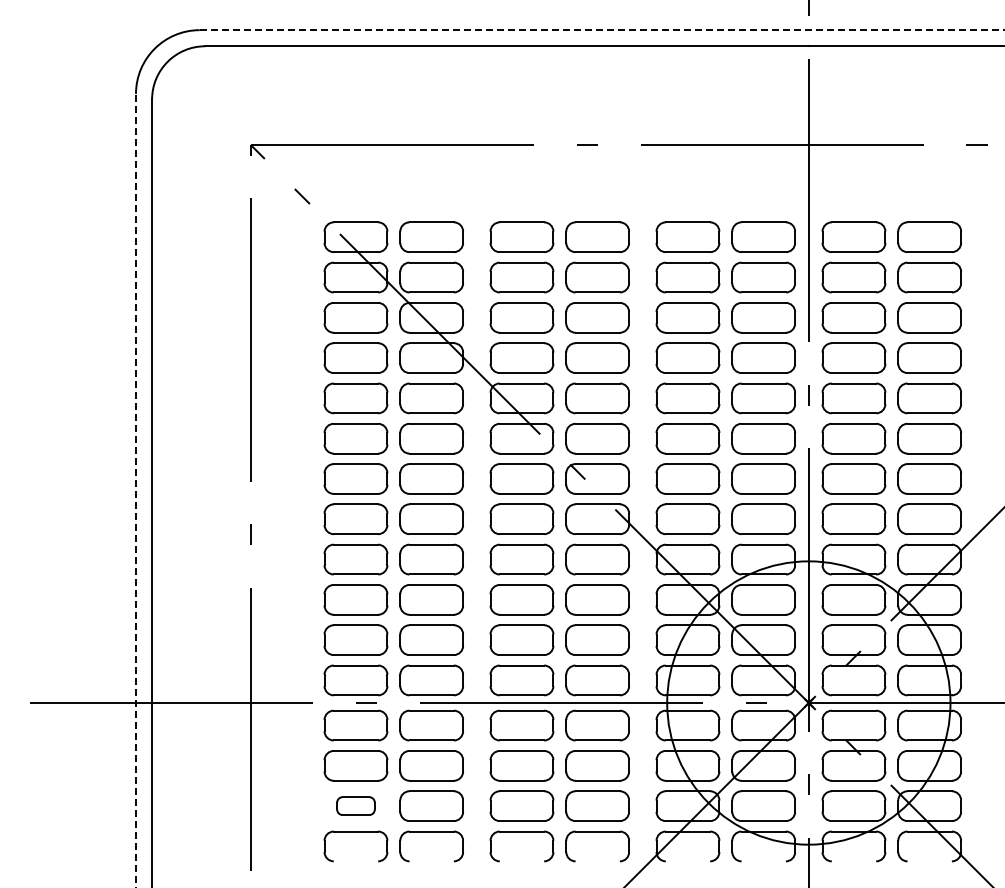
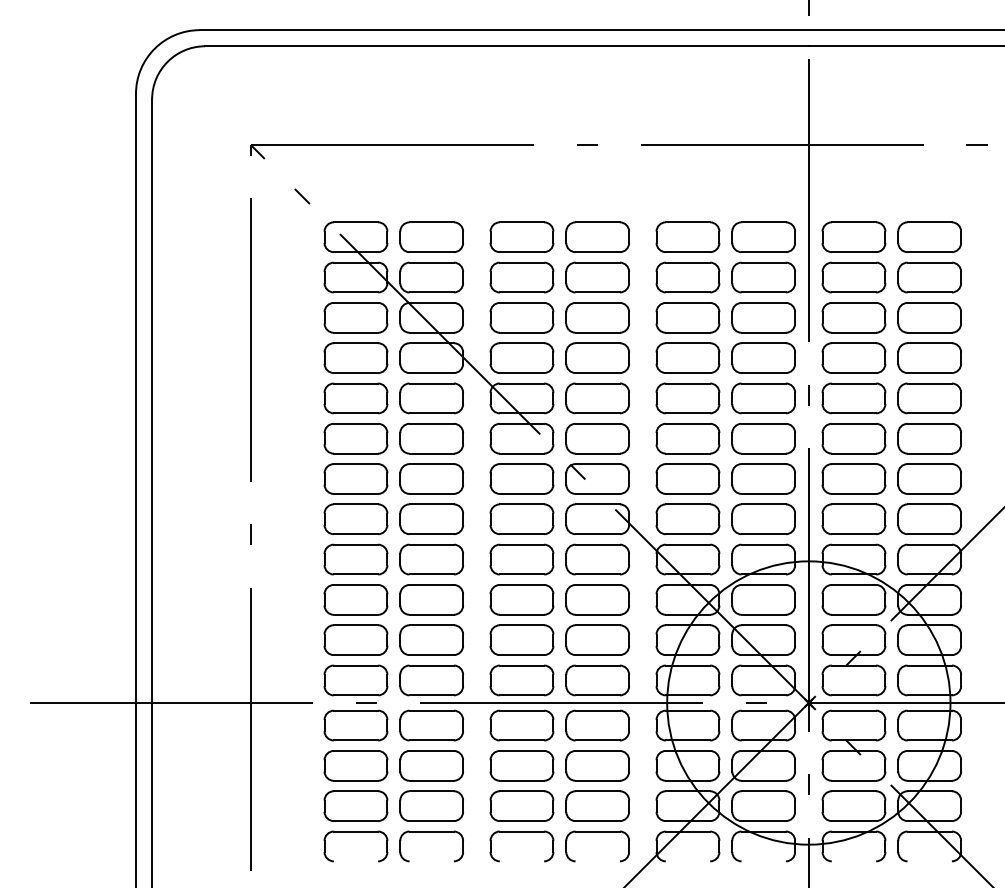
line at (602, 30): dashed -> solid
line at (136, 490): dashed -> solid
part at (355, 805) size: 40x20 px -> 66x32 px
